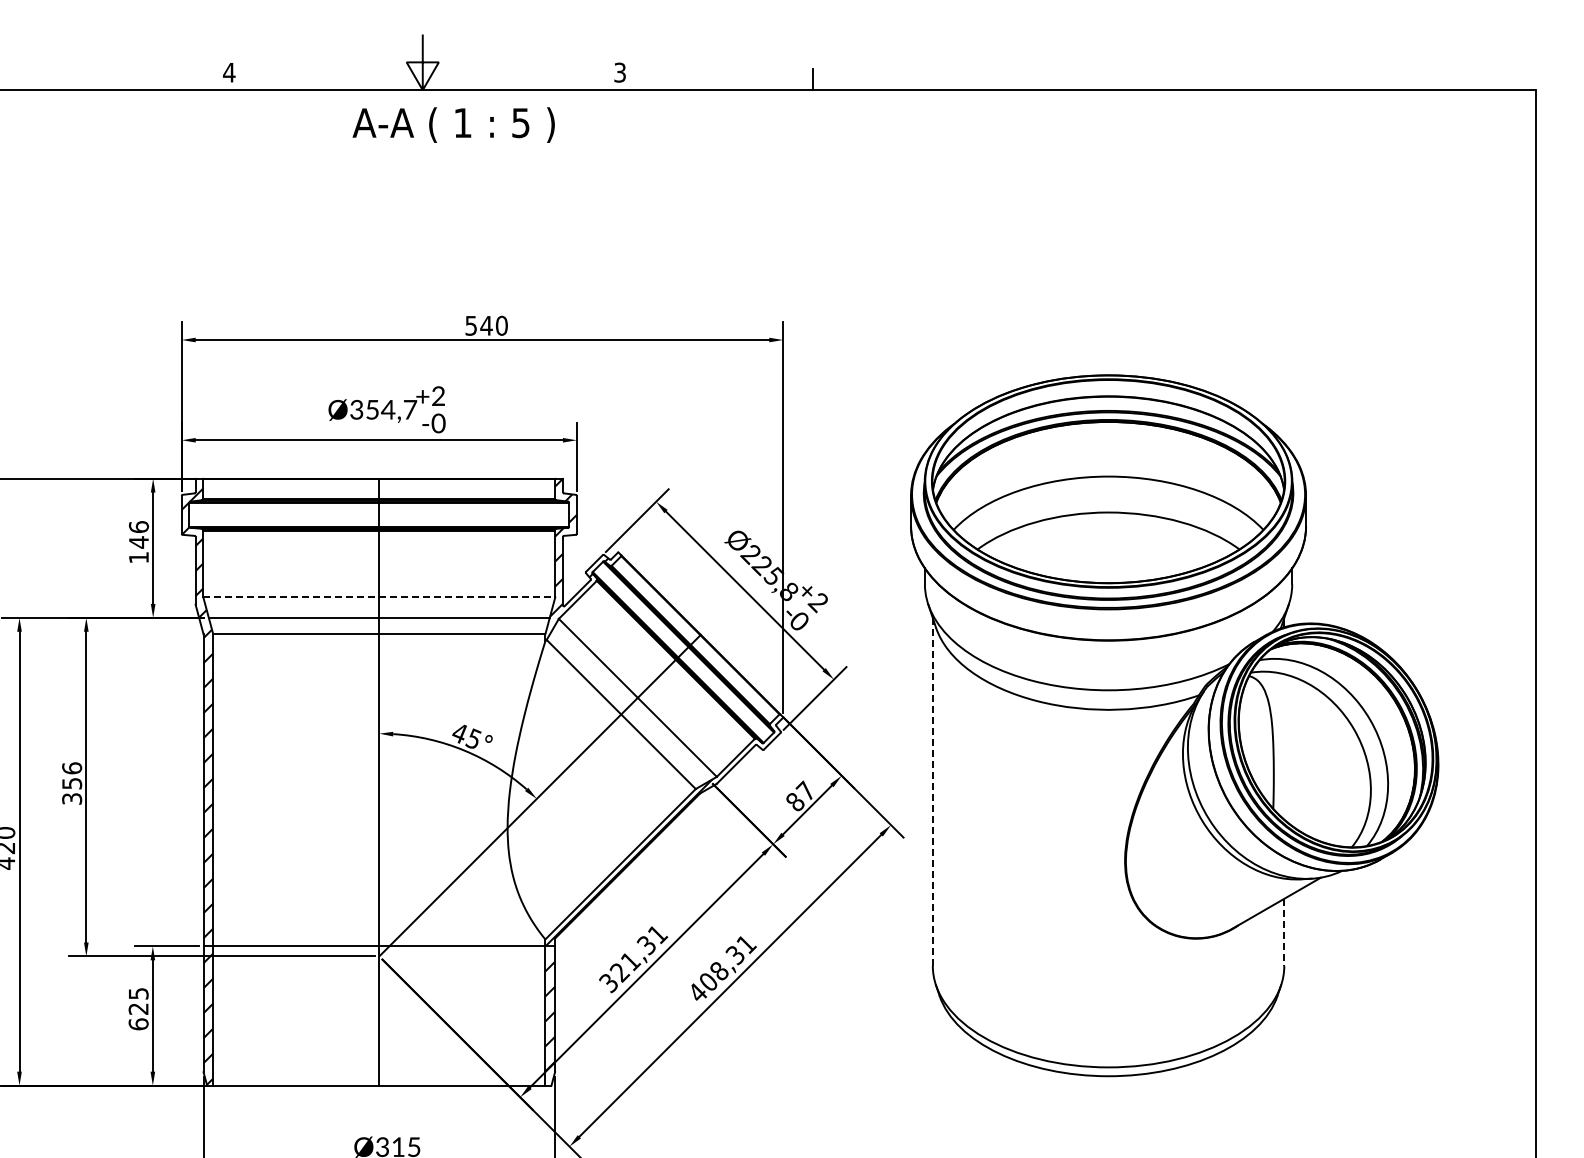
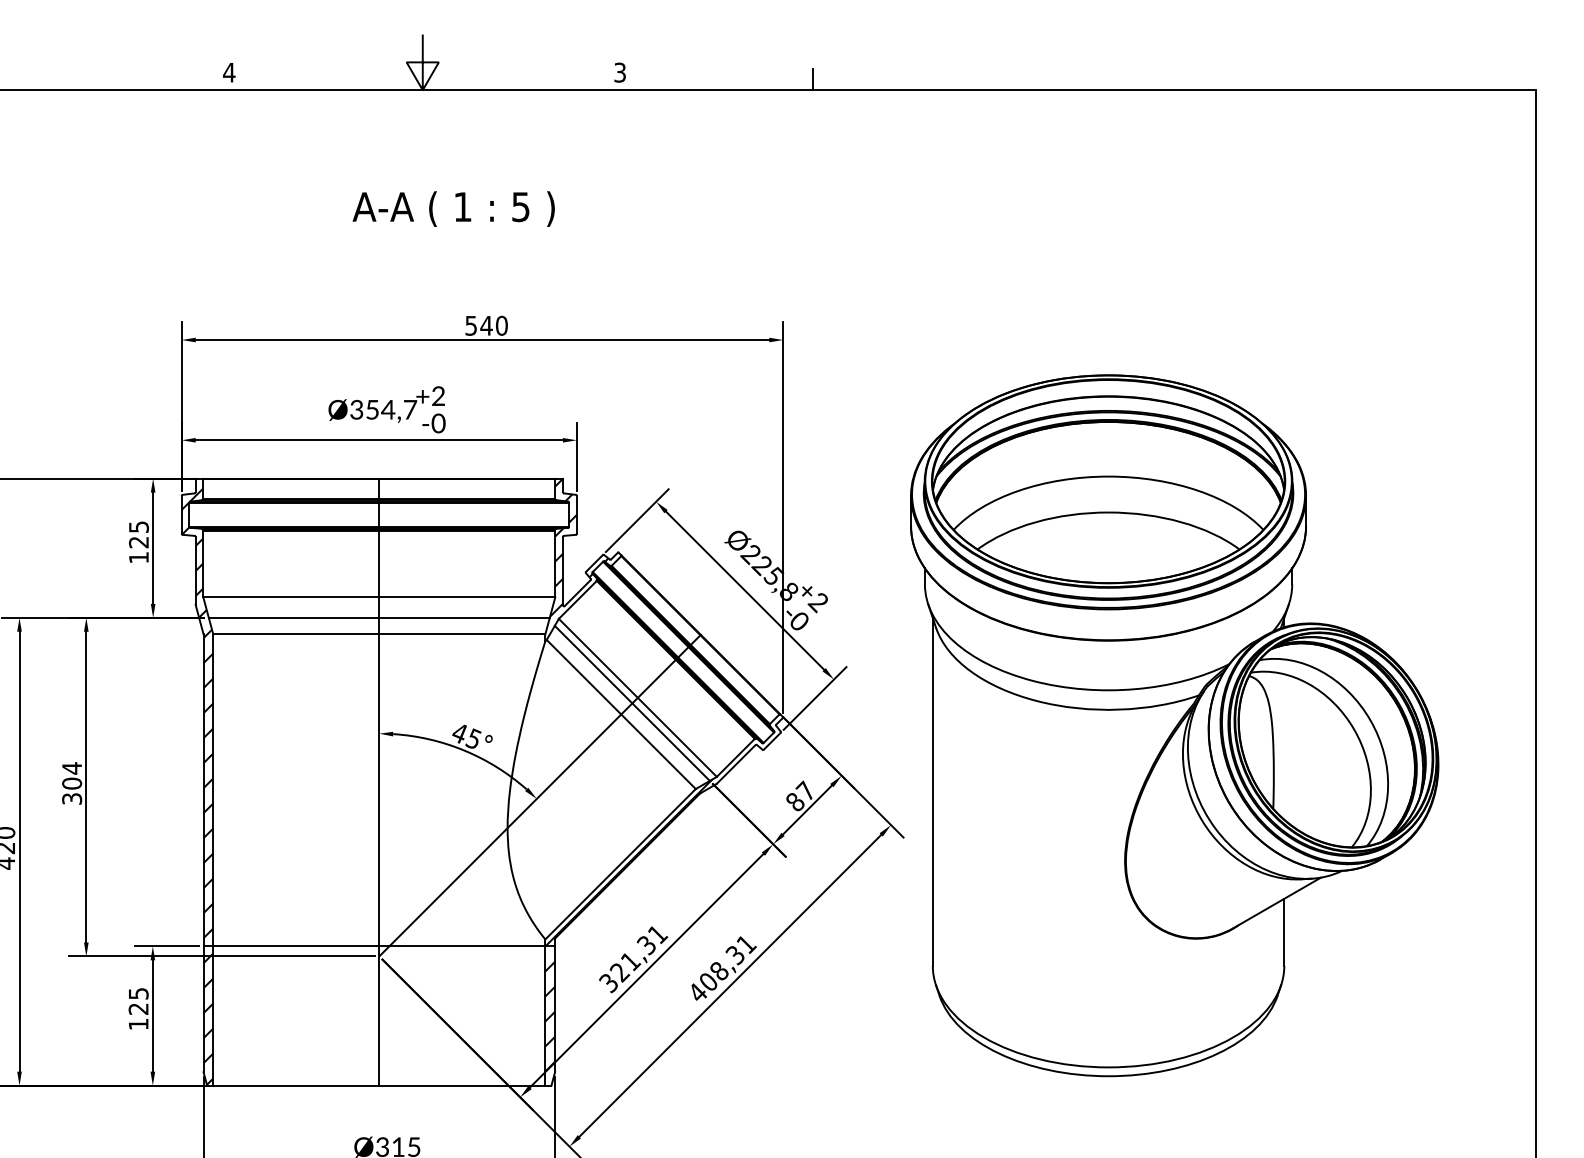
text at (453, 124) position: (453, 124) -> (453, 208)
text at (138, 534): 146 -> 125
line at (379, 597): dashed -> solid
line at (631, 702): none -> present
text at (72, 775): 356 -> 304
line at (932, 792): dashed -> solid
line at (1284, 932): dashed -> solid
text at (138, 1024): 625 -> 125
